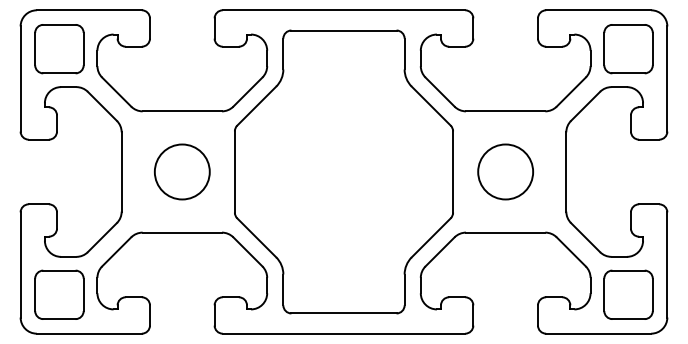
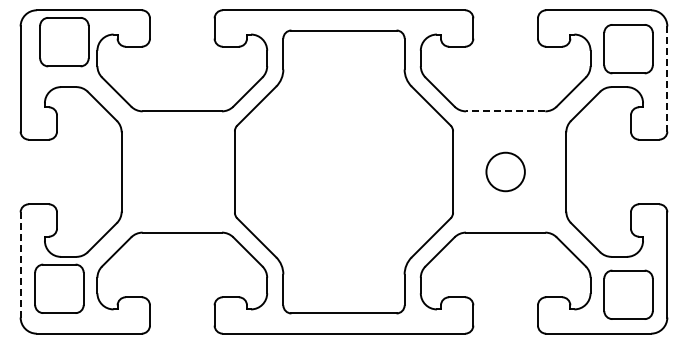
part at (59, 49) position: (59, 49) -> (64, 42)
line at (667, 79): solid -> dashed
line at (505, 111): solid -> dashed
circle at (182, 171): present -> none
circle at (505, 171) diameter: 55 px -> 38 px
line at (20, 264): solid -> dashed
part at (59, 294) position: (59, 294) -> (59, 288)
